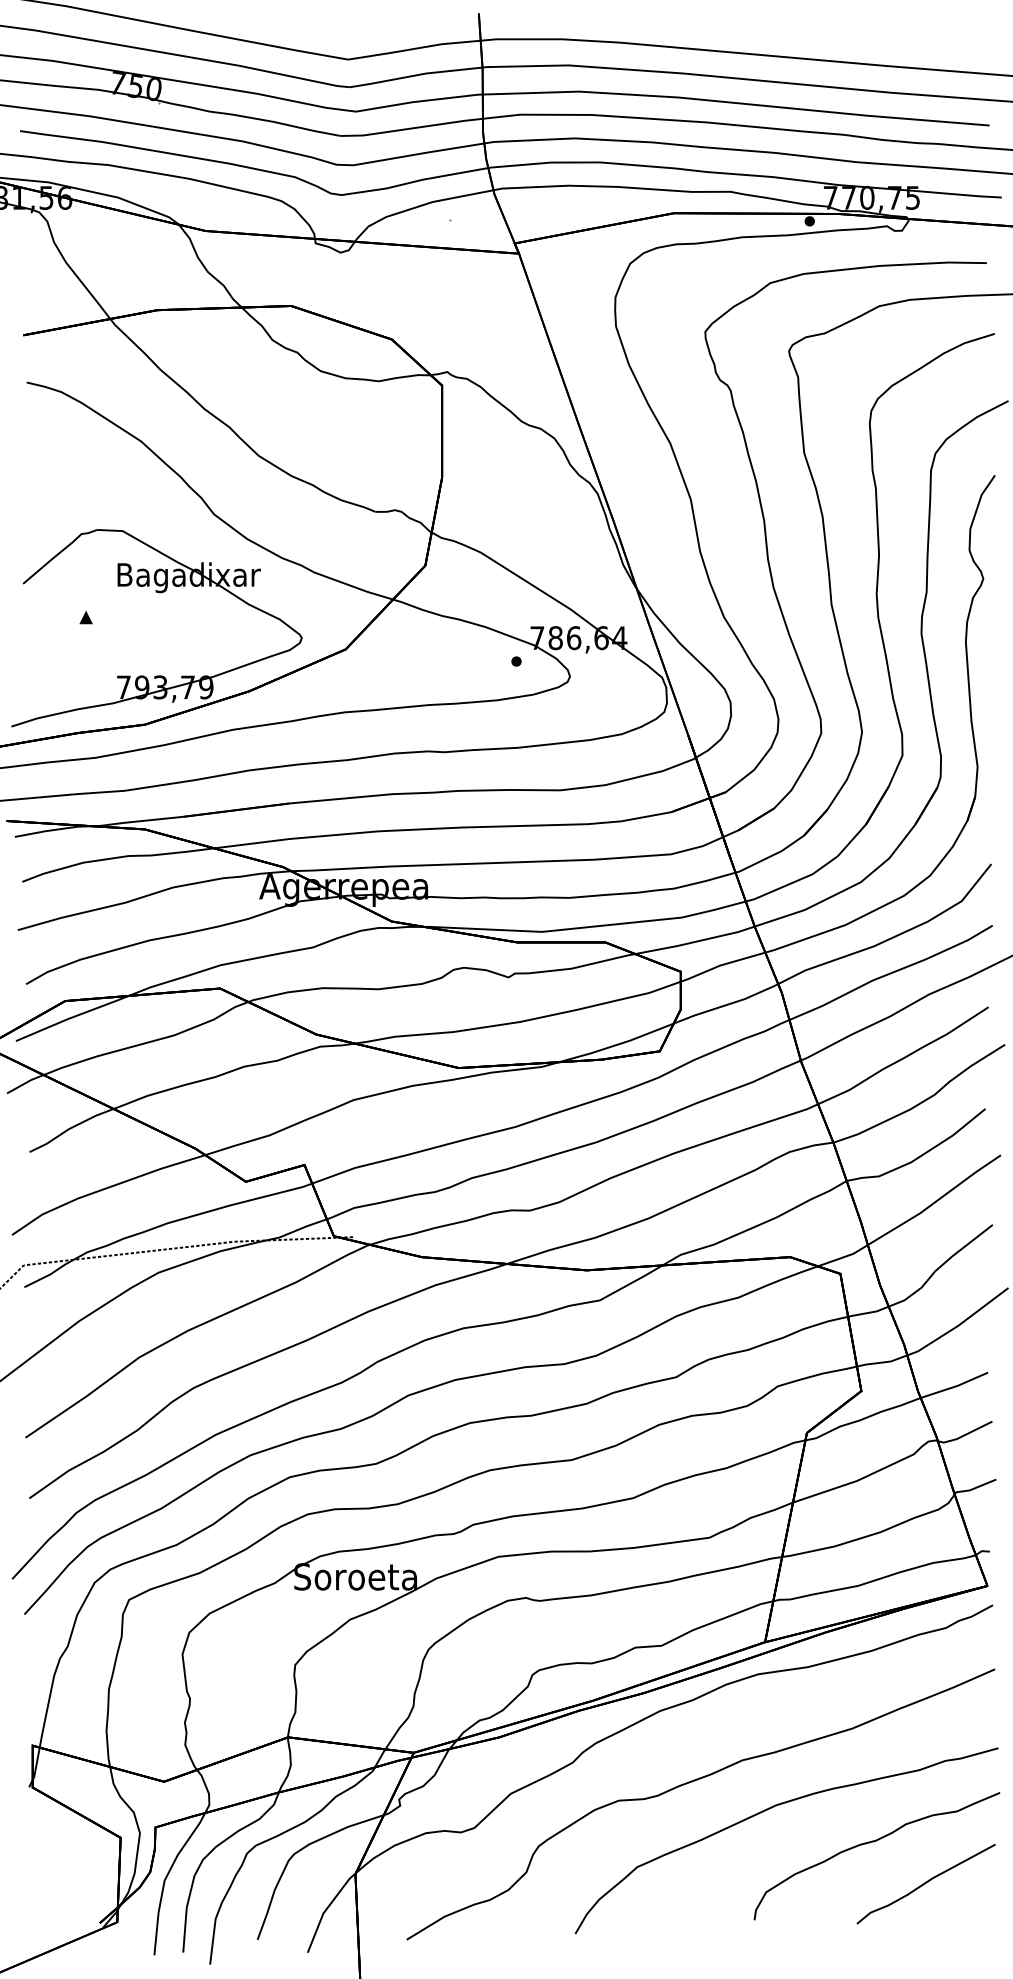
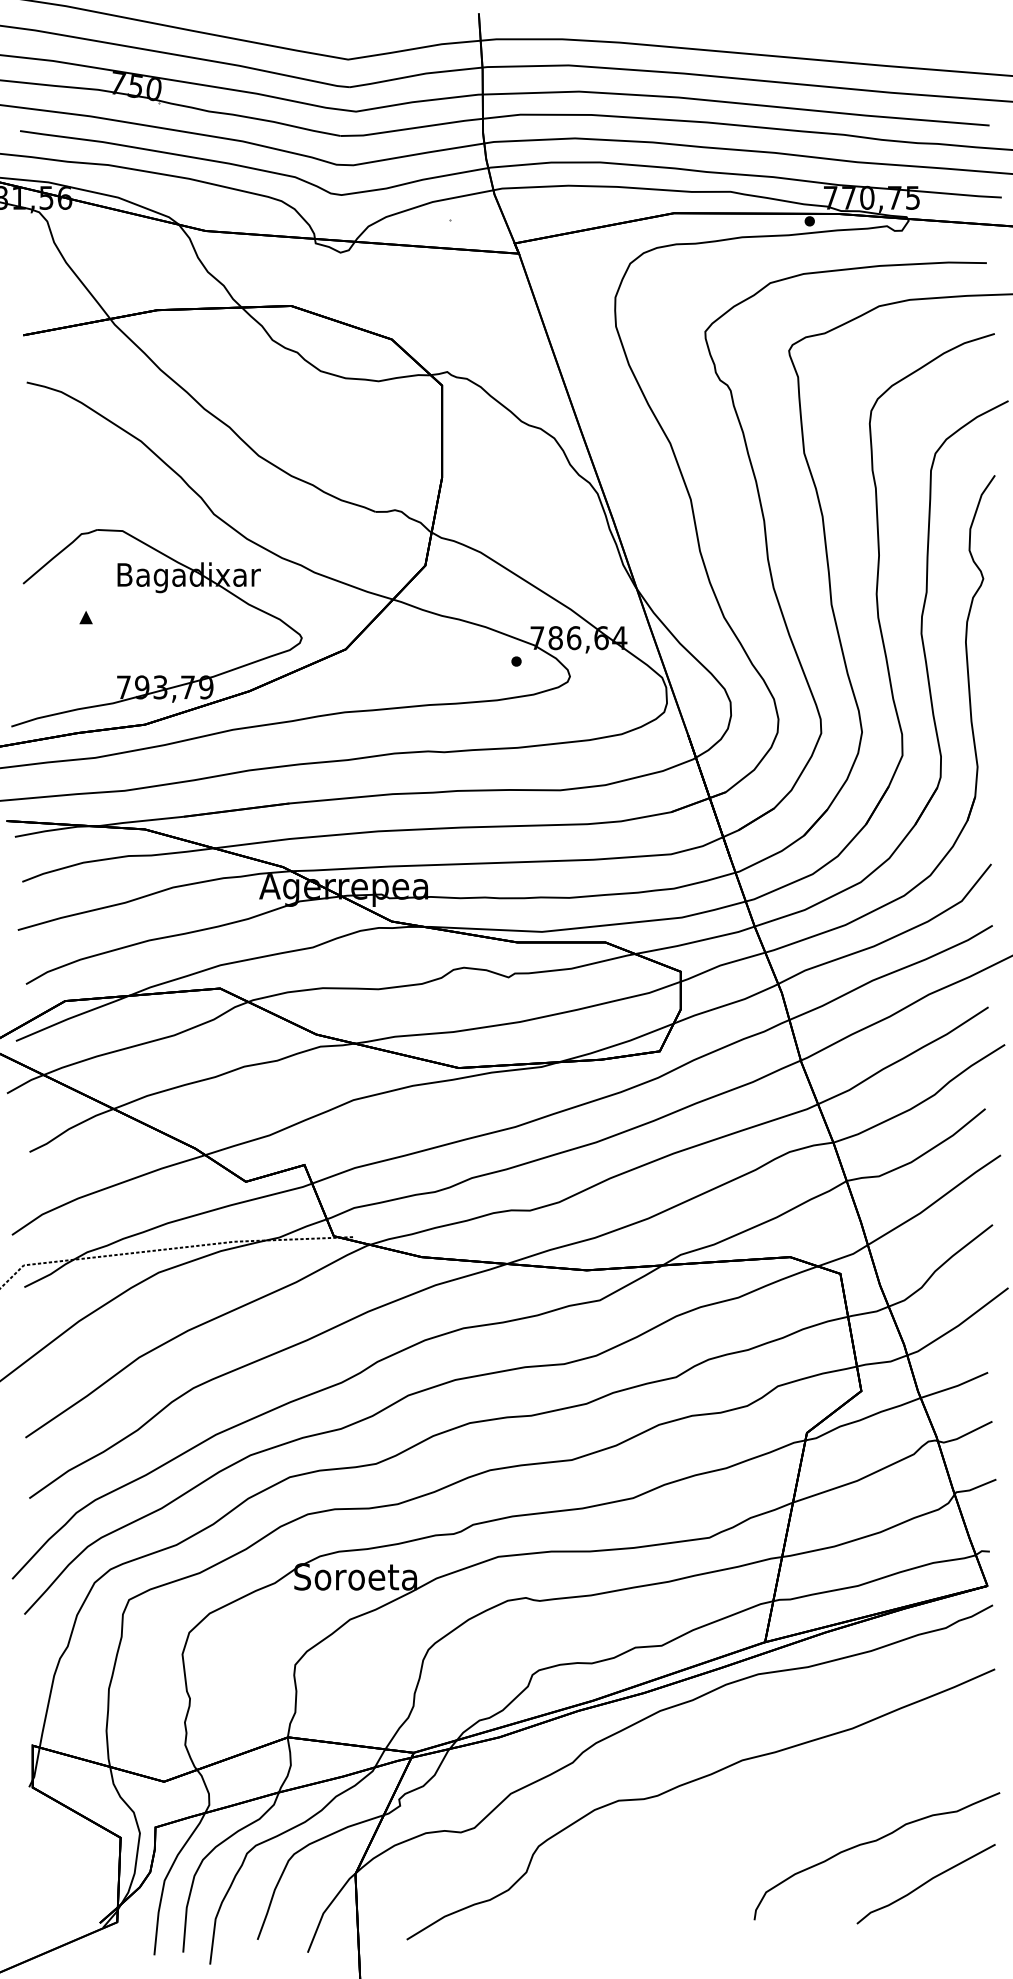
curve at (774, 1807): present -> none
